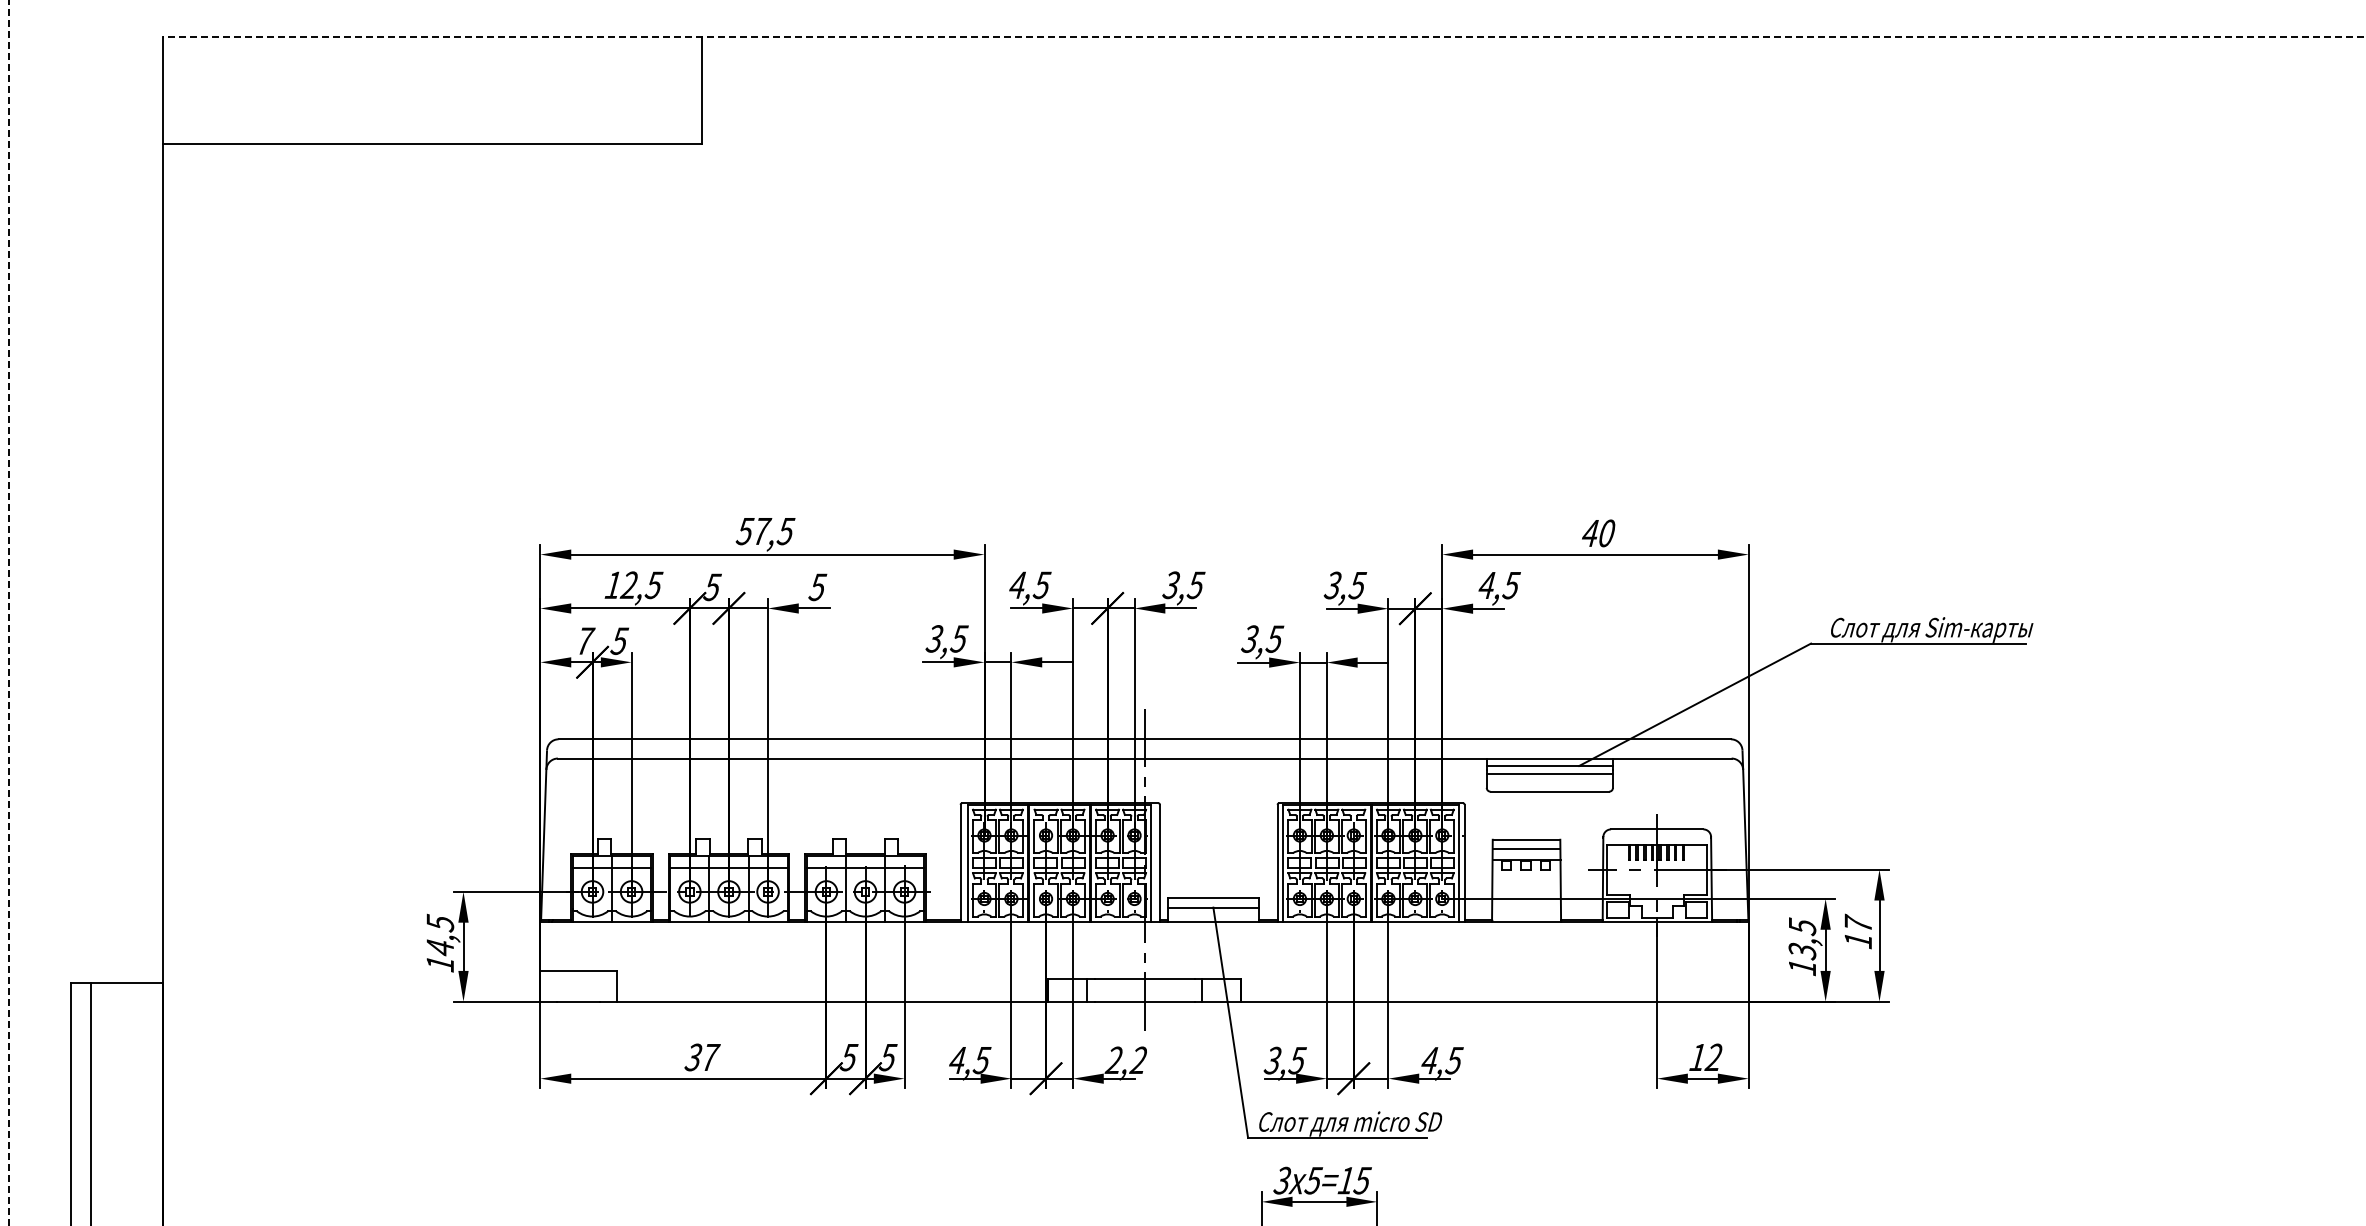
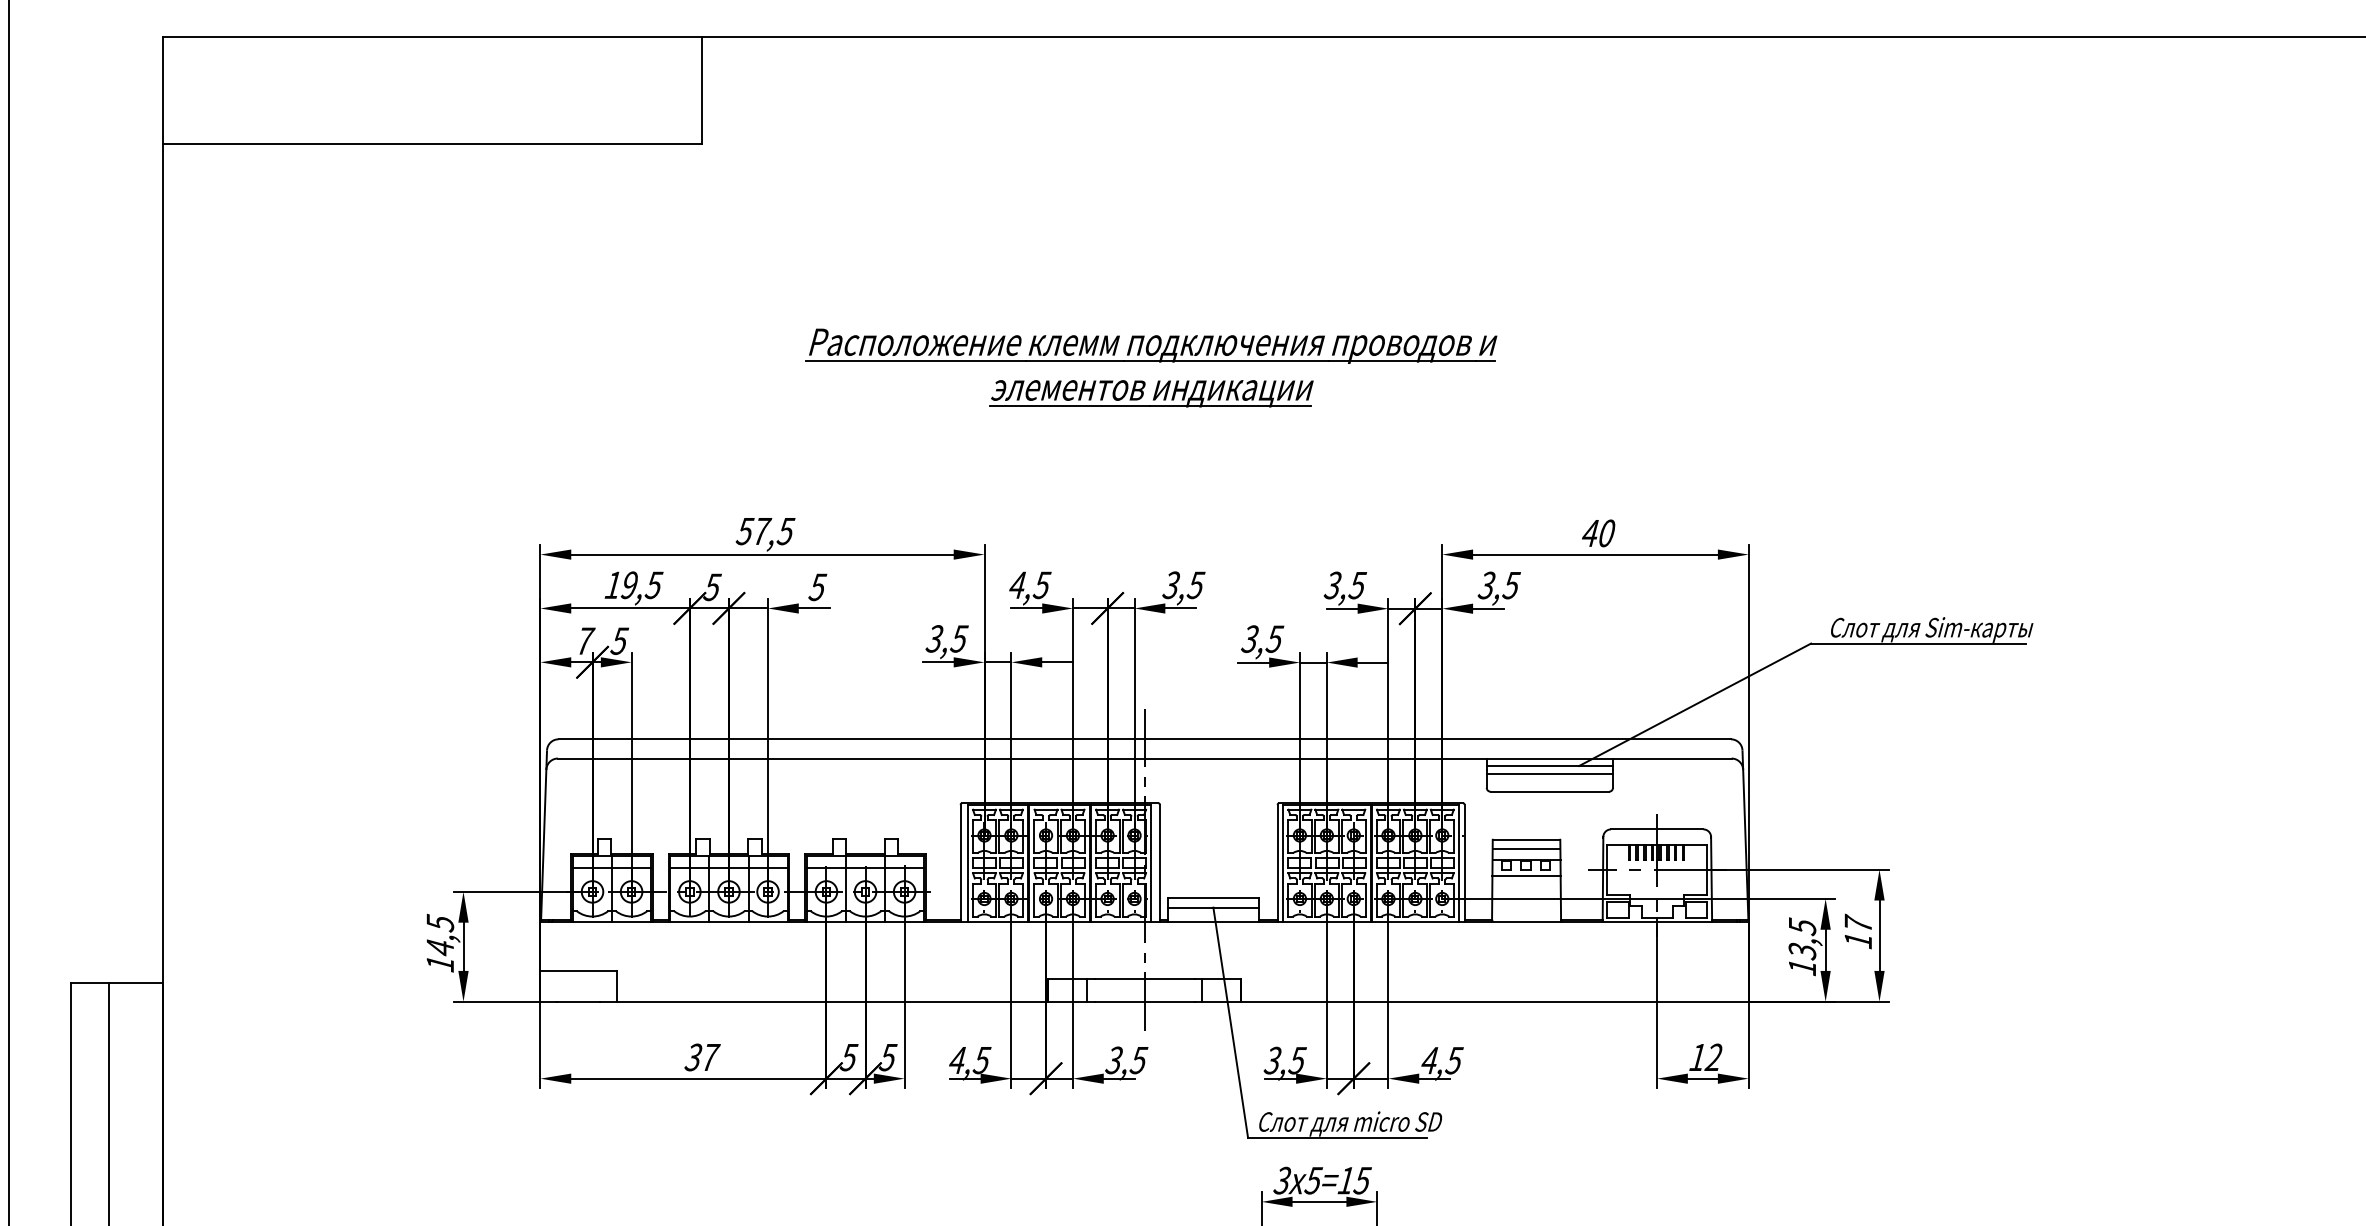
line at (1264, 36): dashed -> solid
part at (1151, 367): none -> present
text at (628, 585): 12,5 -> 19,5
text at (1486, 585): 4,5 -> 3,5
line at (9, 612): dashed -> solid
line at (1526, 875): none -> present
text at (1126, 1060): 2,2 -> 3,5
line at (91, 1102) position: (91, 1102) -> (109, 1102)
